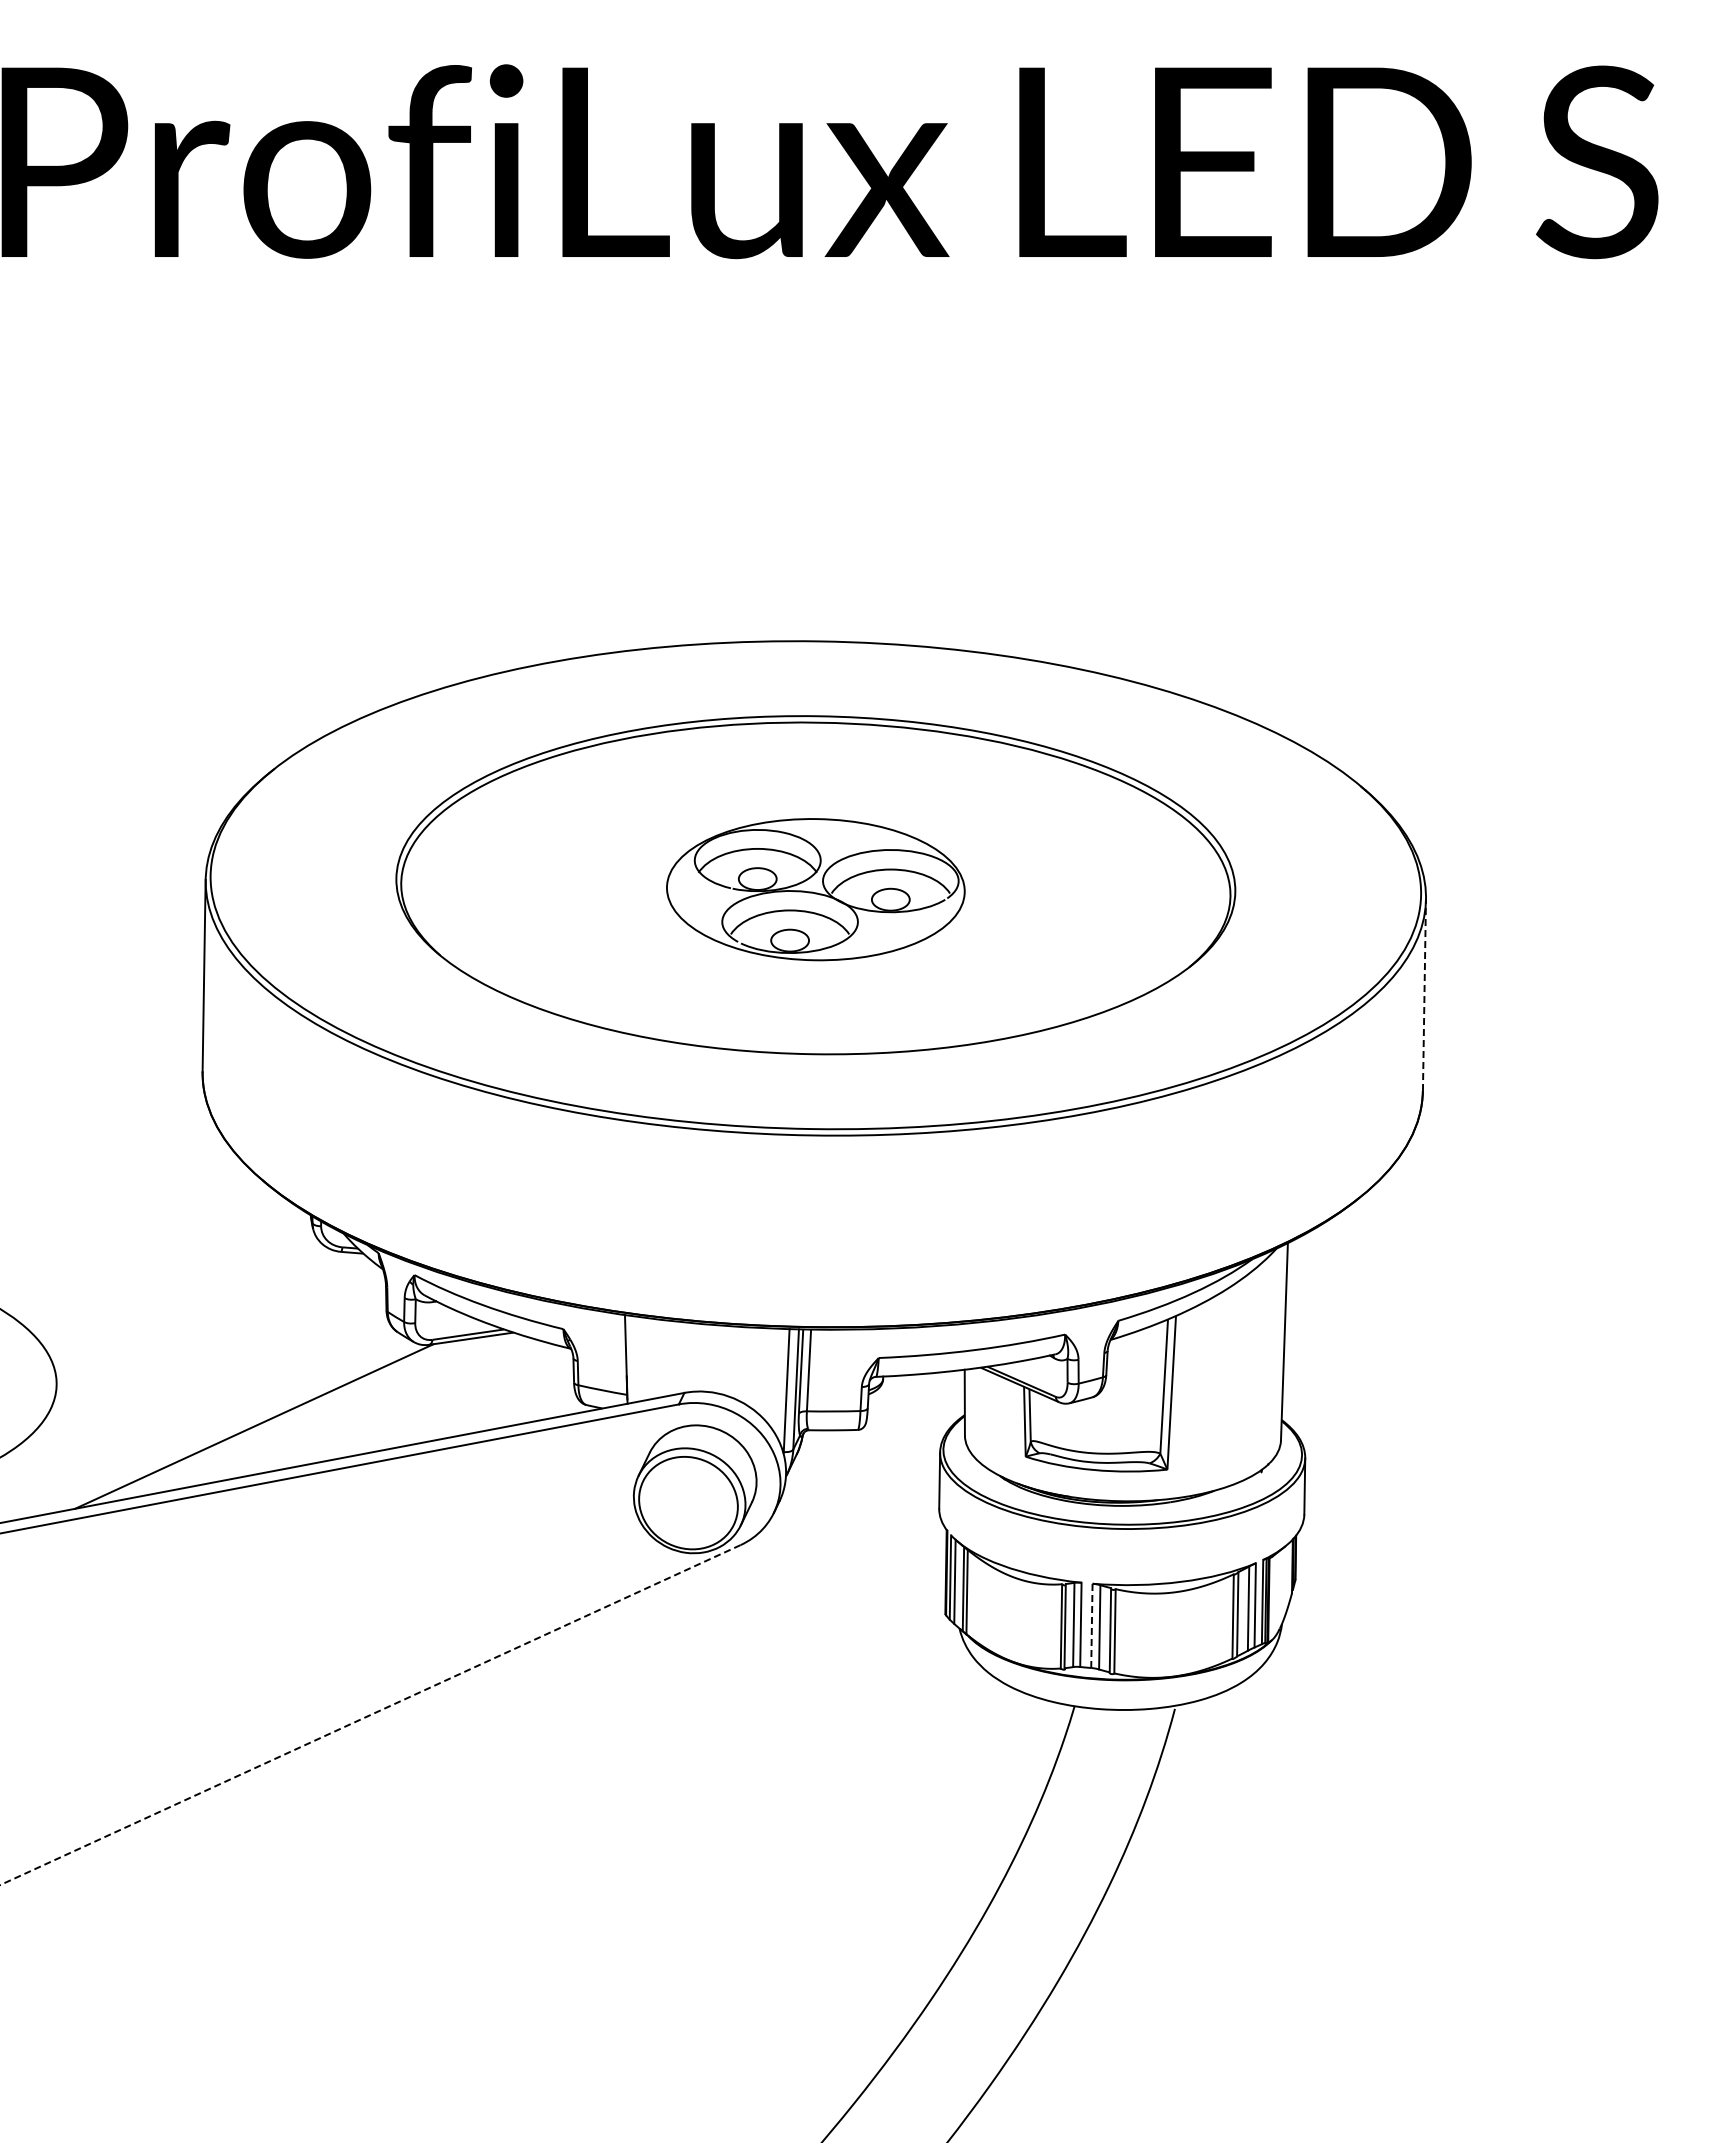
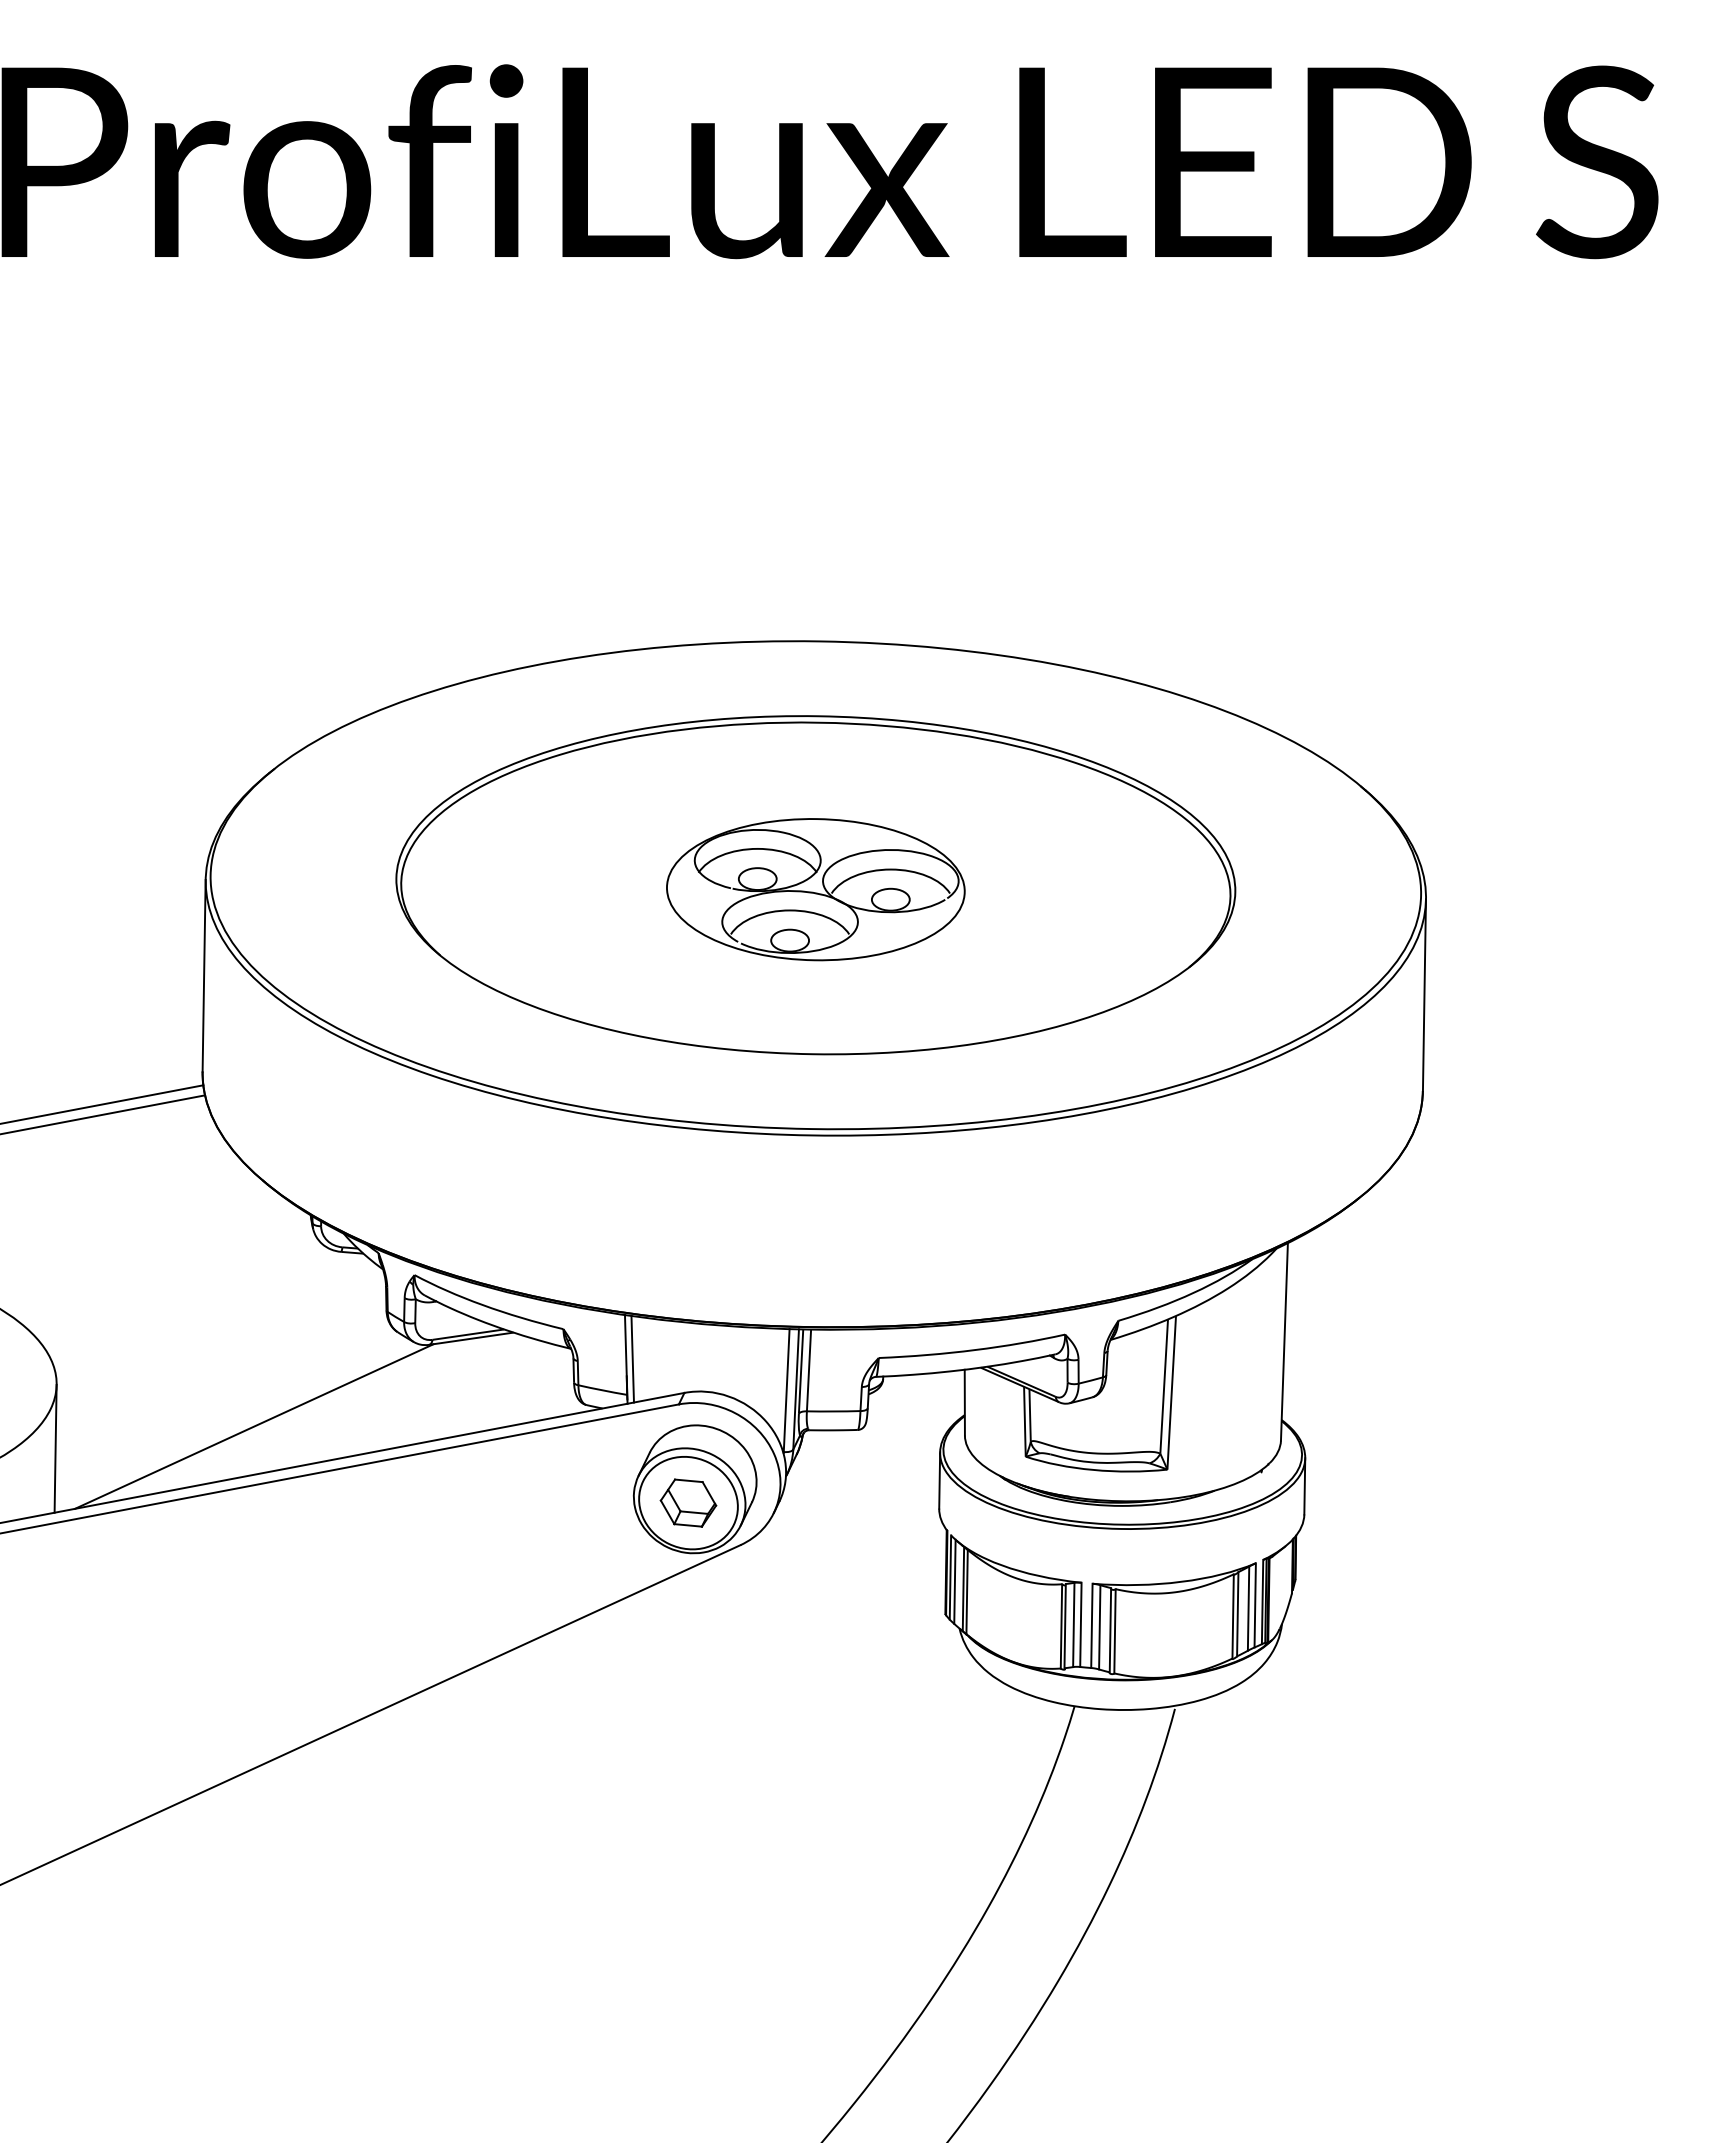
line at (1424, 995): dashed -> solid
line at (102, 1104): none -> present
line at (103, 1114): none -> present
line at (632, 1359): none -> present
line at (55, 1448): none -> present
part at (688, 1502): none -> present
line at (1091, 1625): dashed -> solid
line at (370, 1714): dashed -> solid
